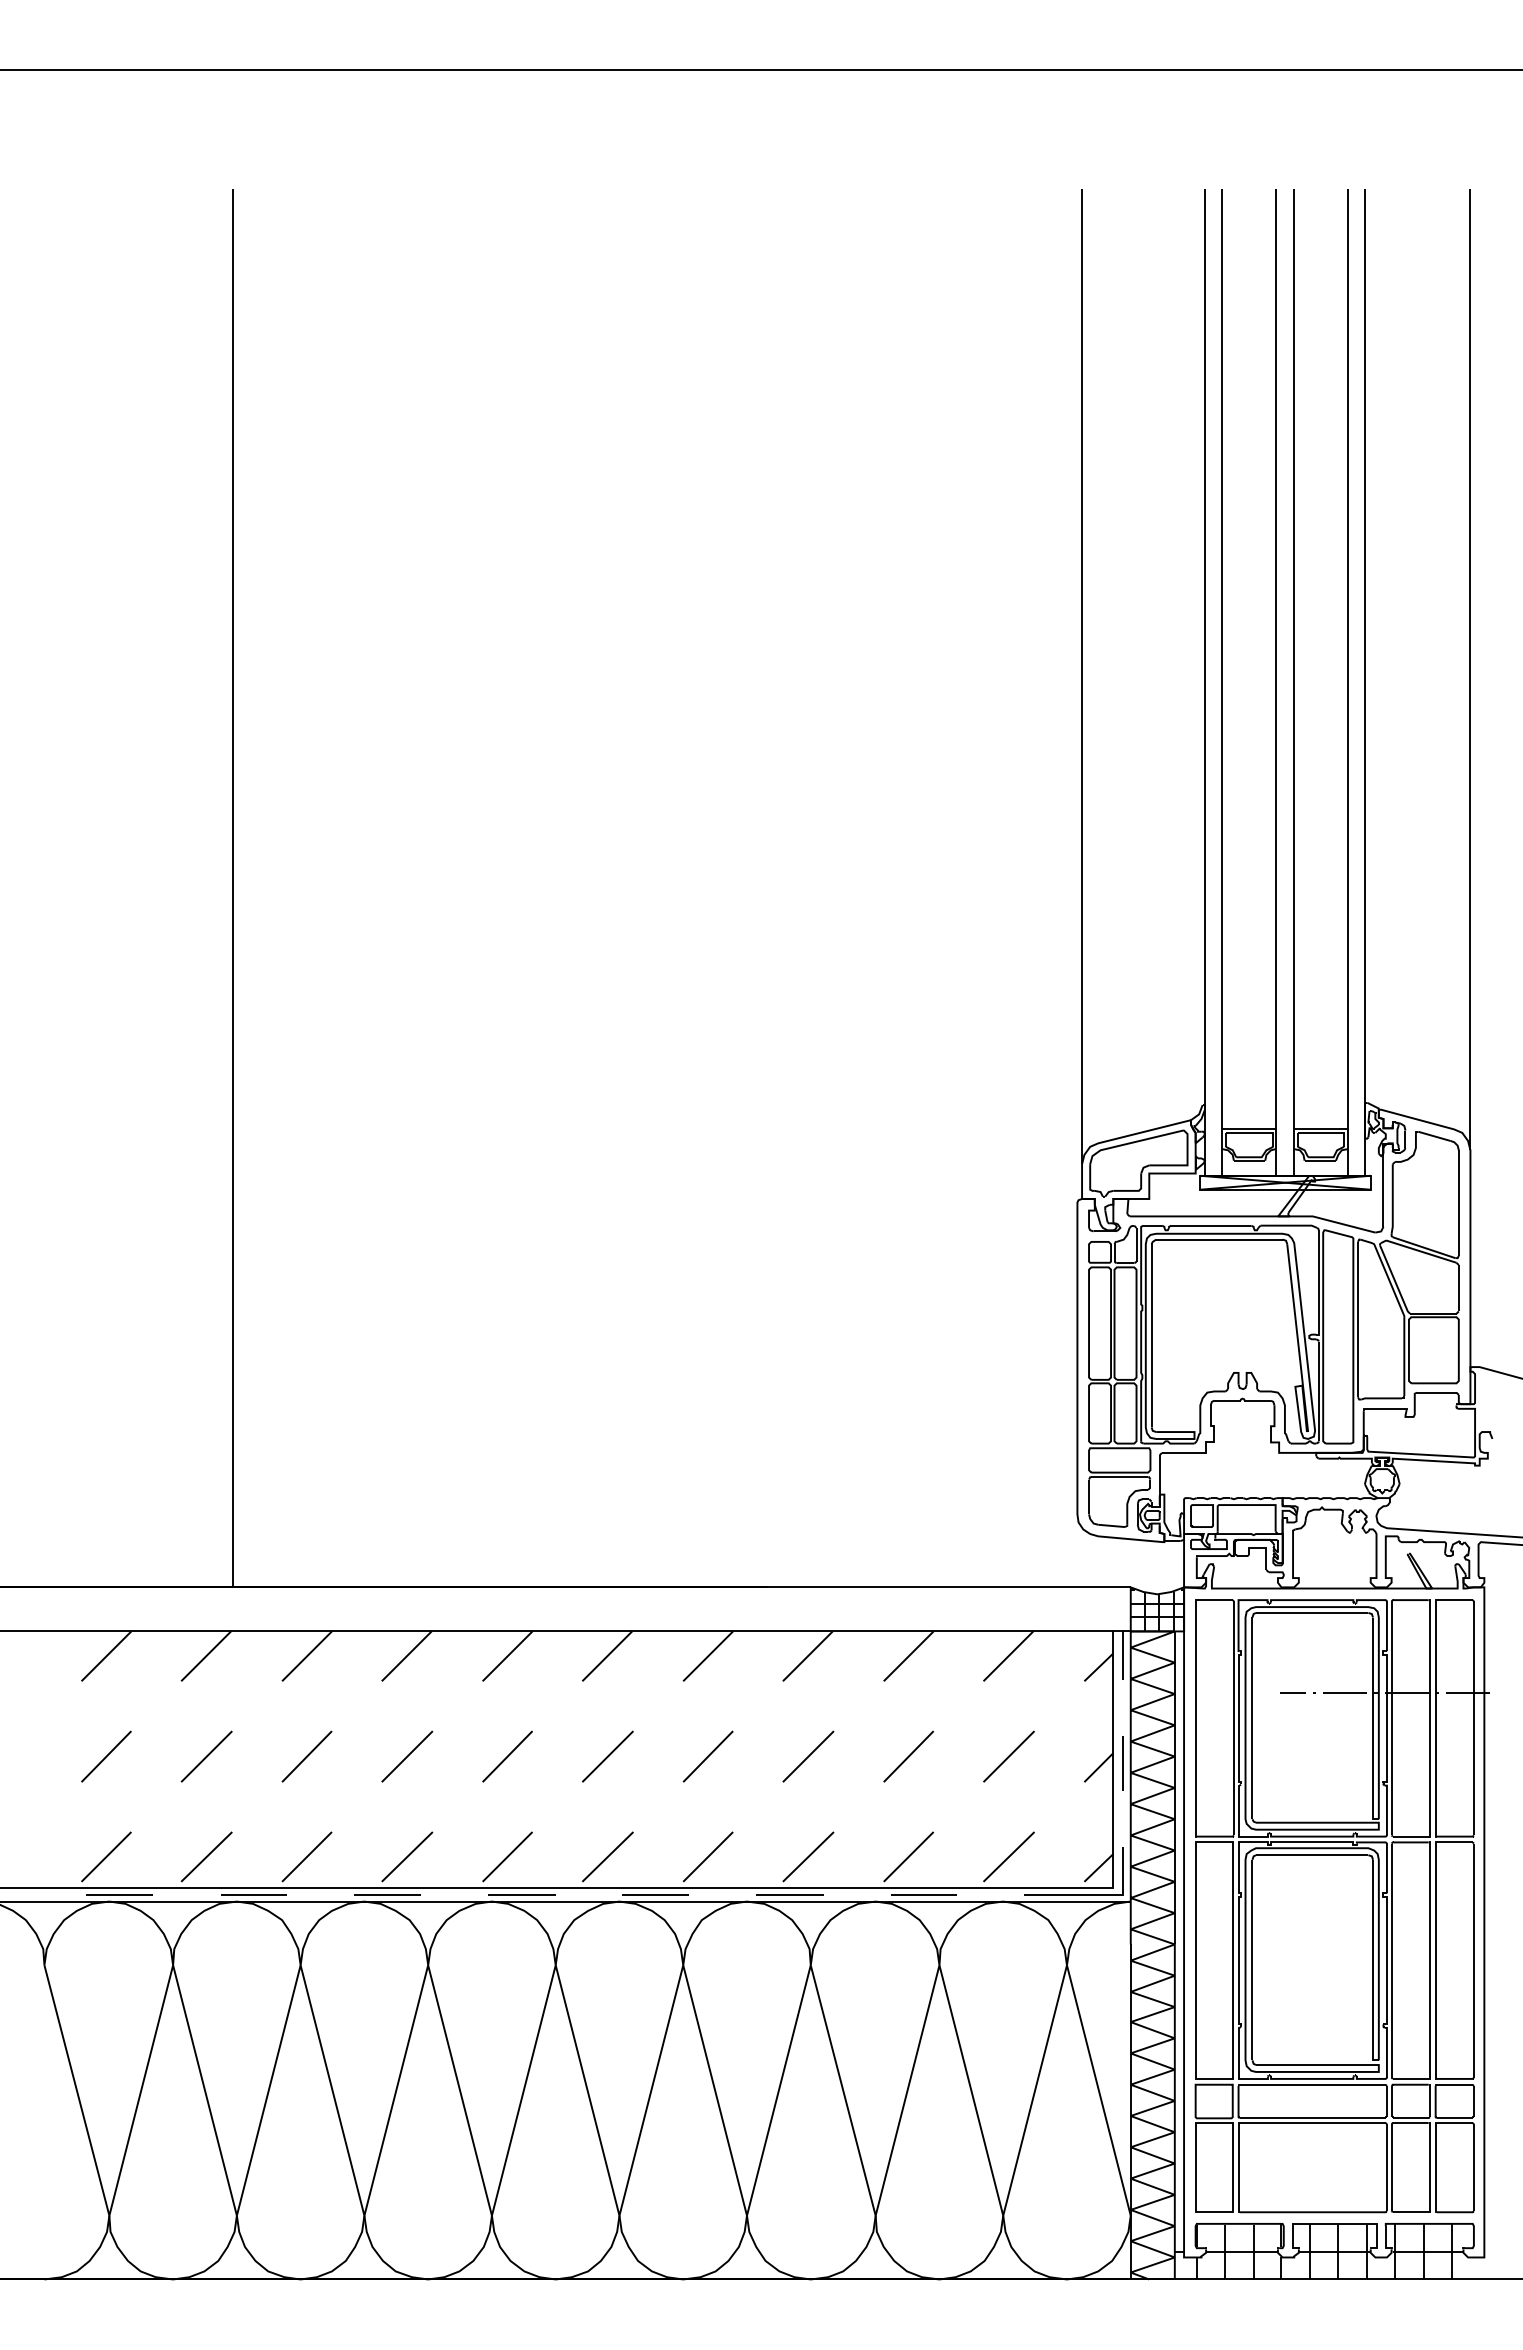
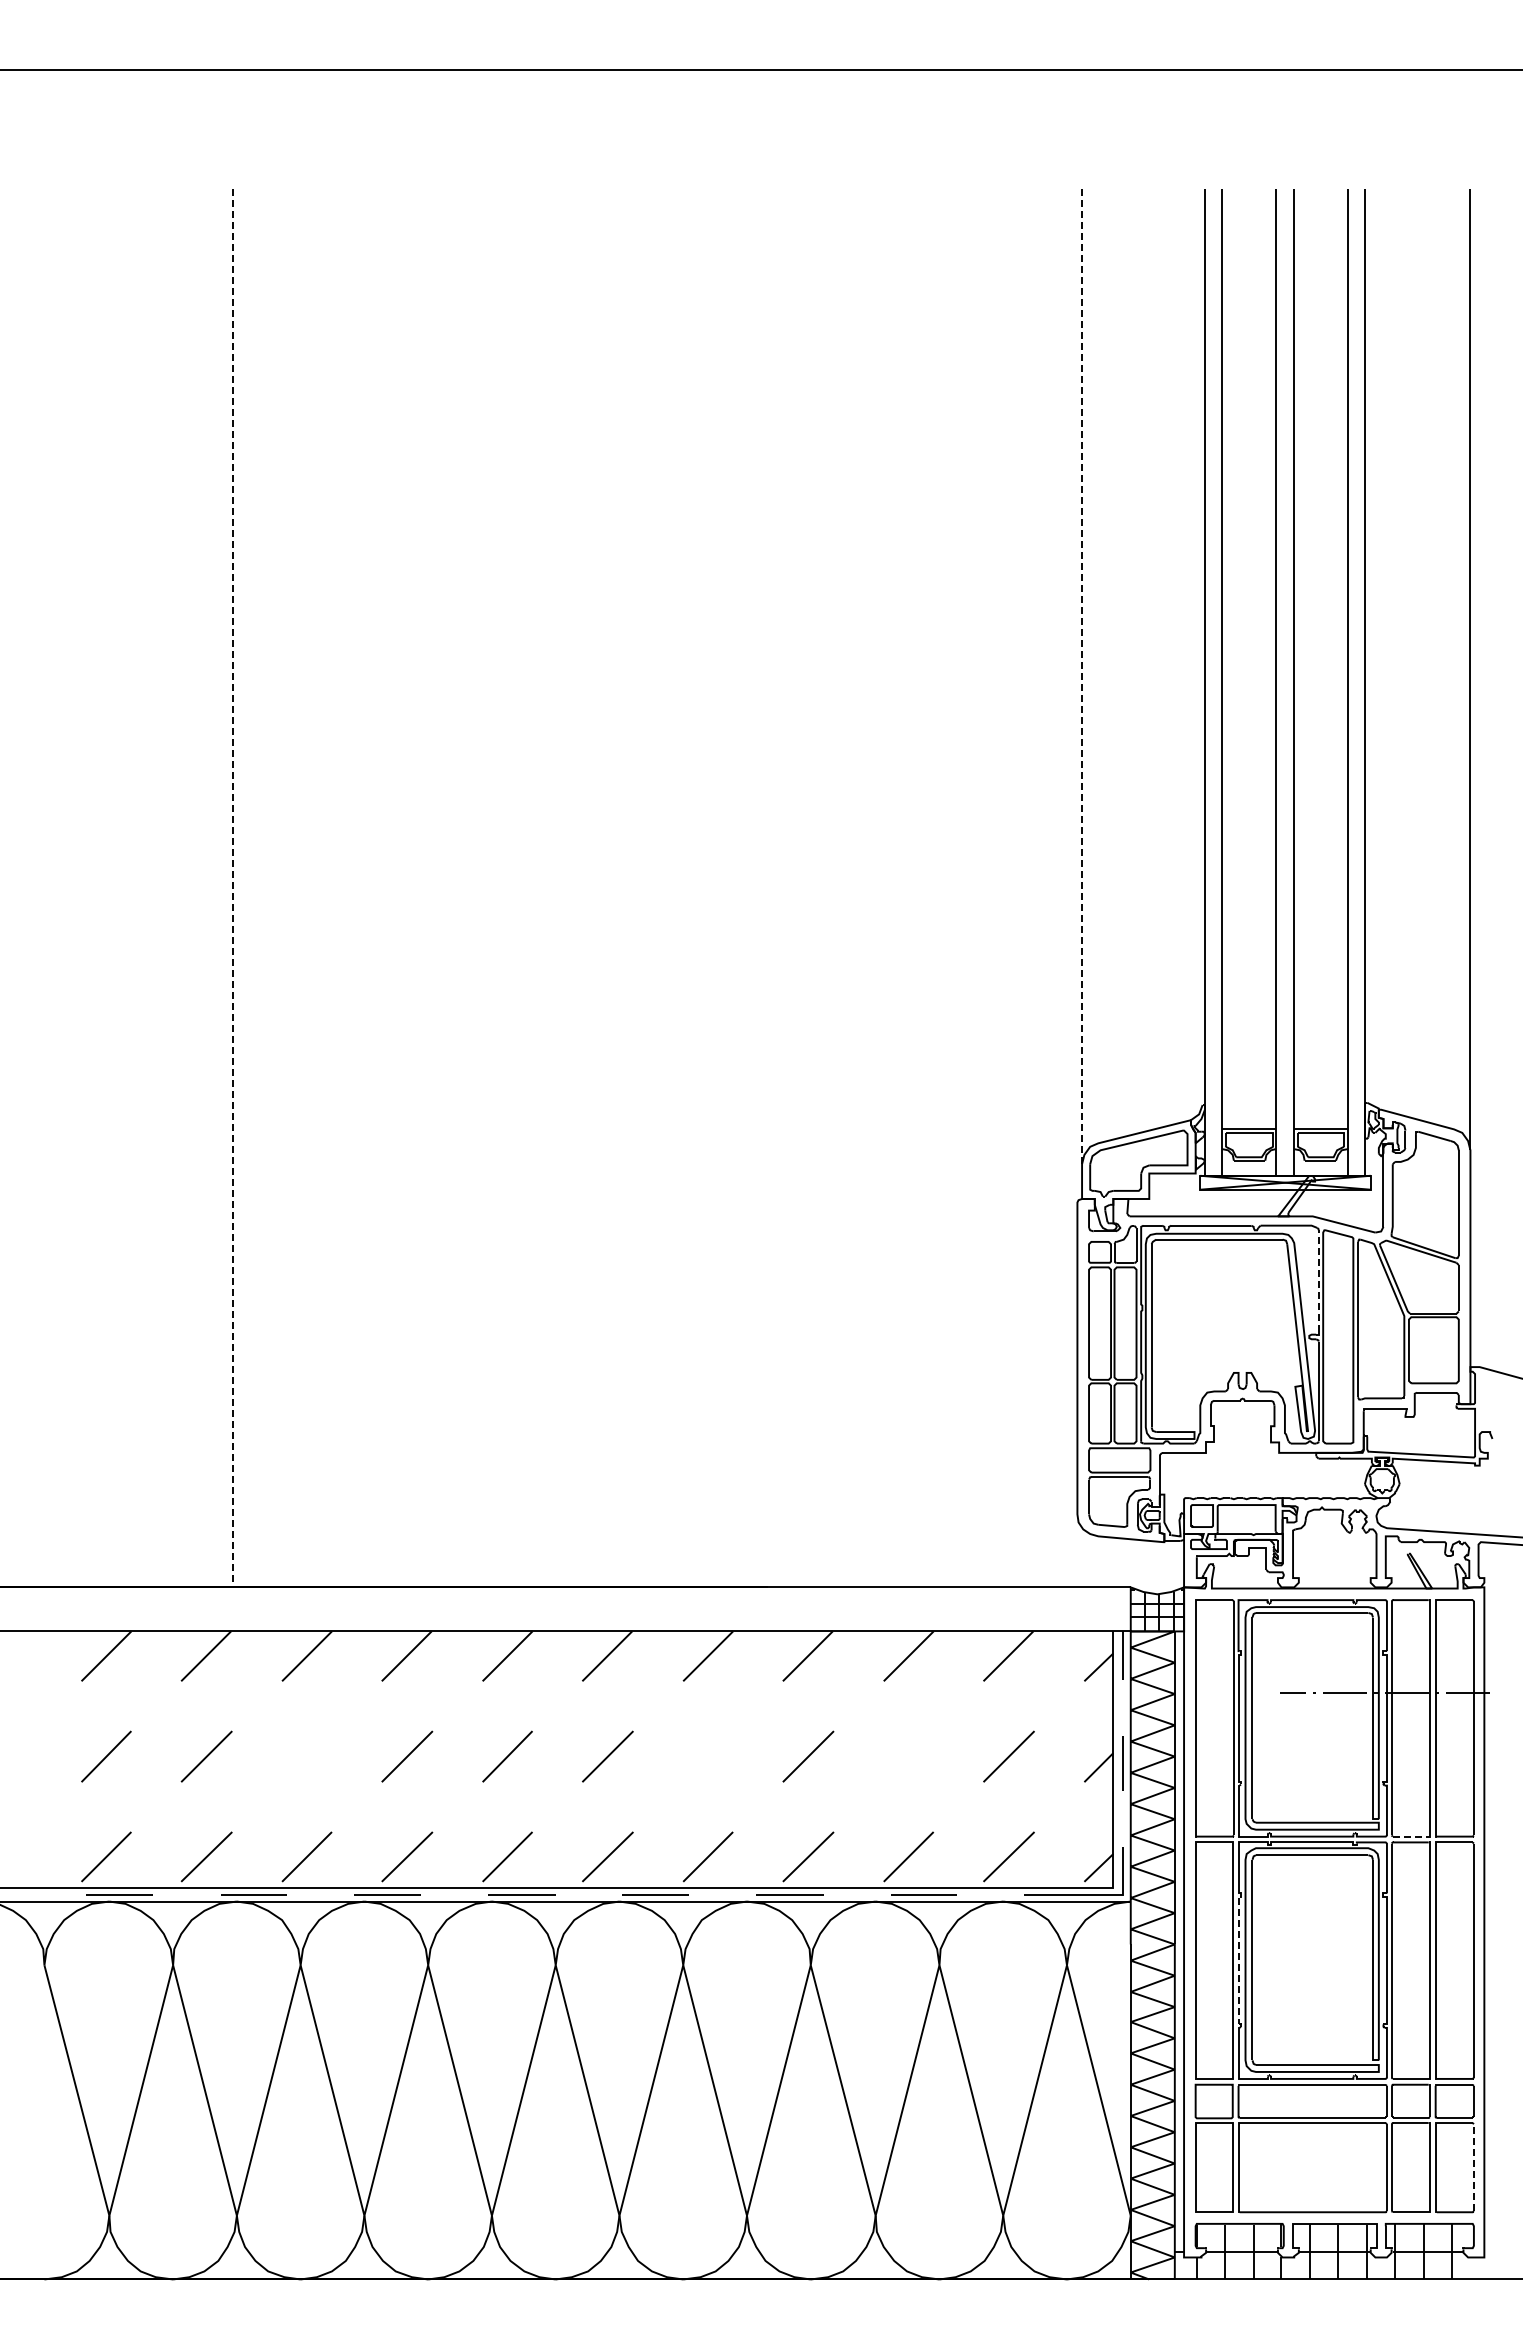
line at (1082, 676): solid -> dashed
line at (233, 888): solid -> dashed
line at (1318, 1280): solid -> dashed
line at (306, 1756): present -> none
line at (707, 1756): present -> none
line at (908, 1756): present -> none
line at (1410, 1836): solid -> dashed
line at (1238, 1960): solid -> dashed
line at (1473, 2167): solid -> dashed
